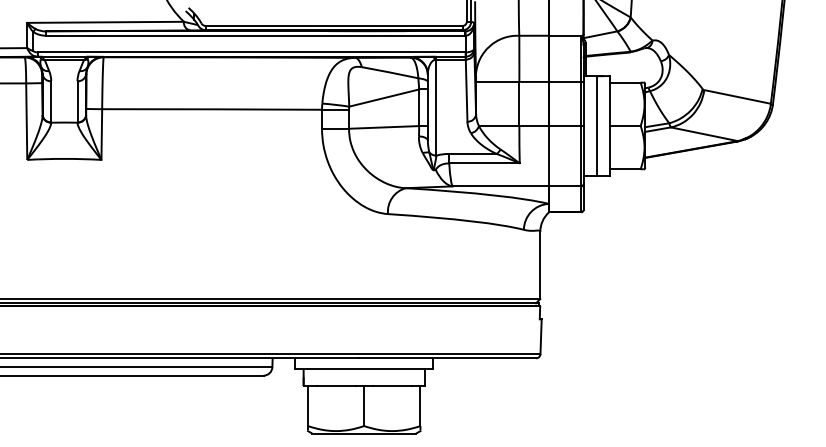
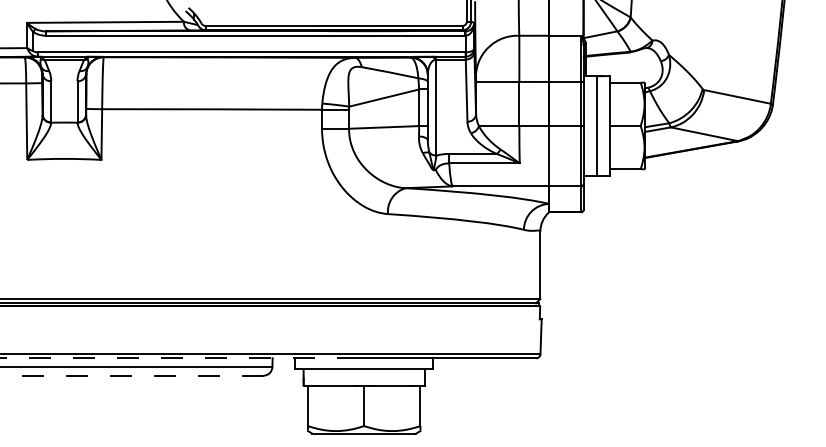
line at (179, 358): solid -> dashed
line at (131, 375): solid -> dashed
